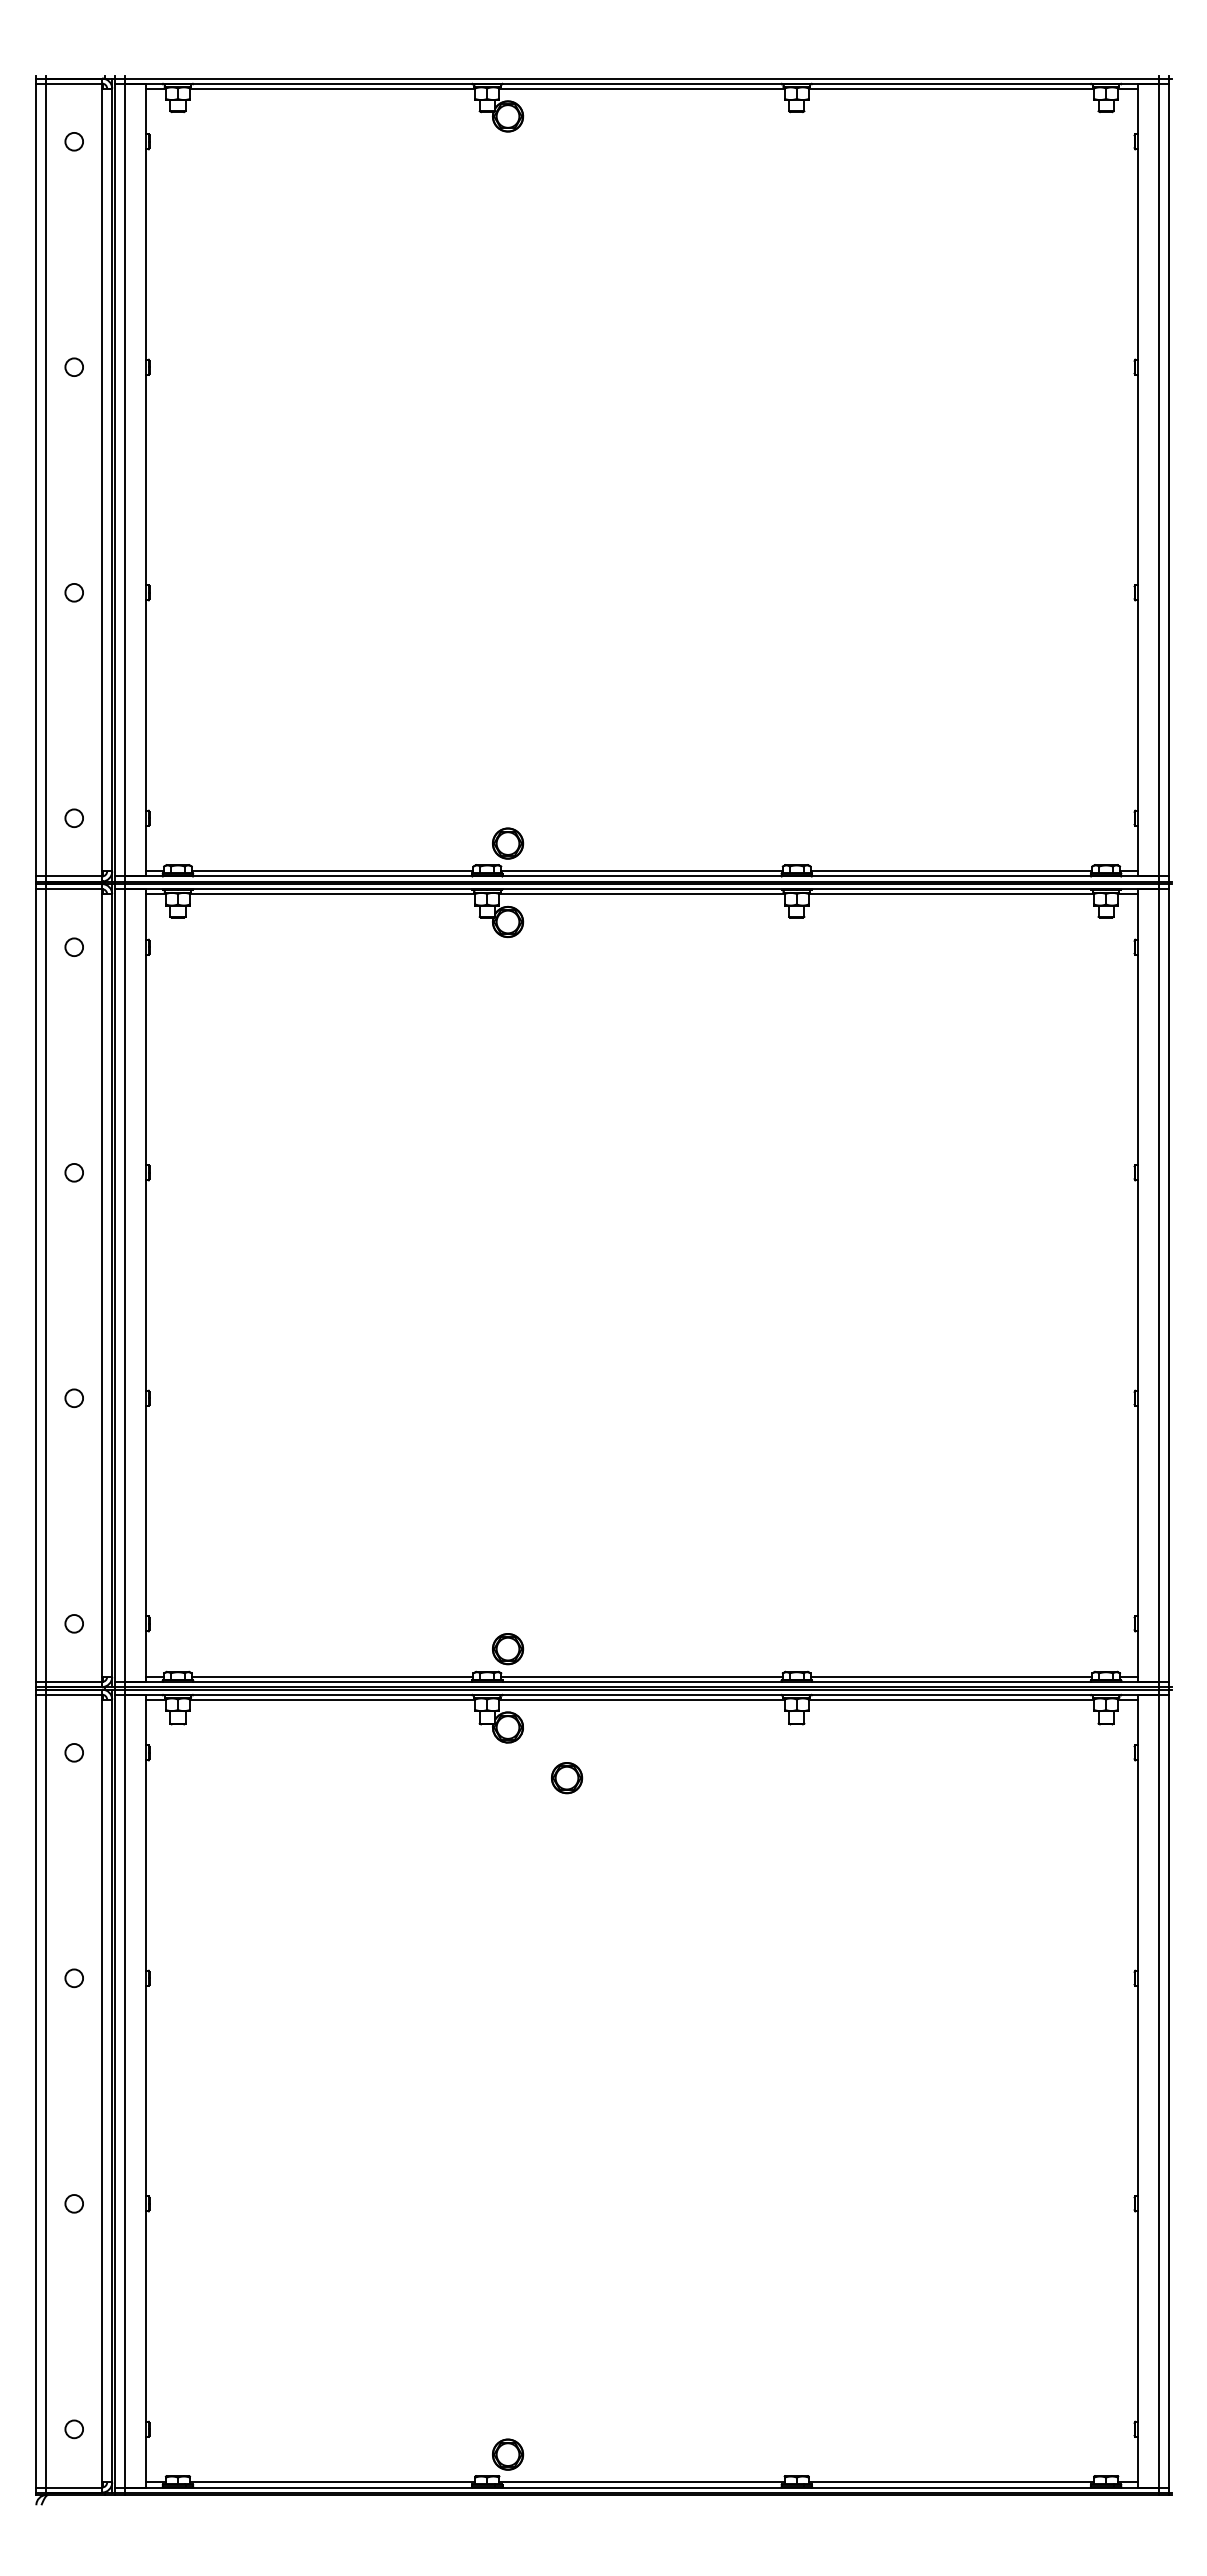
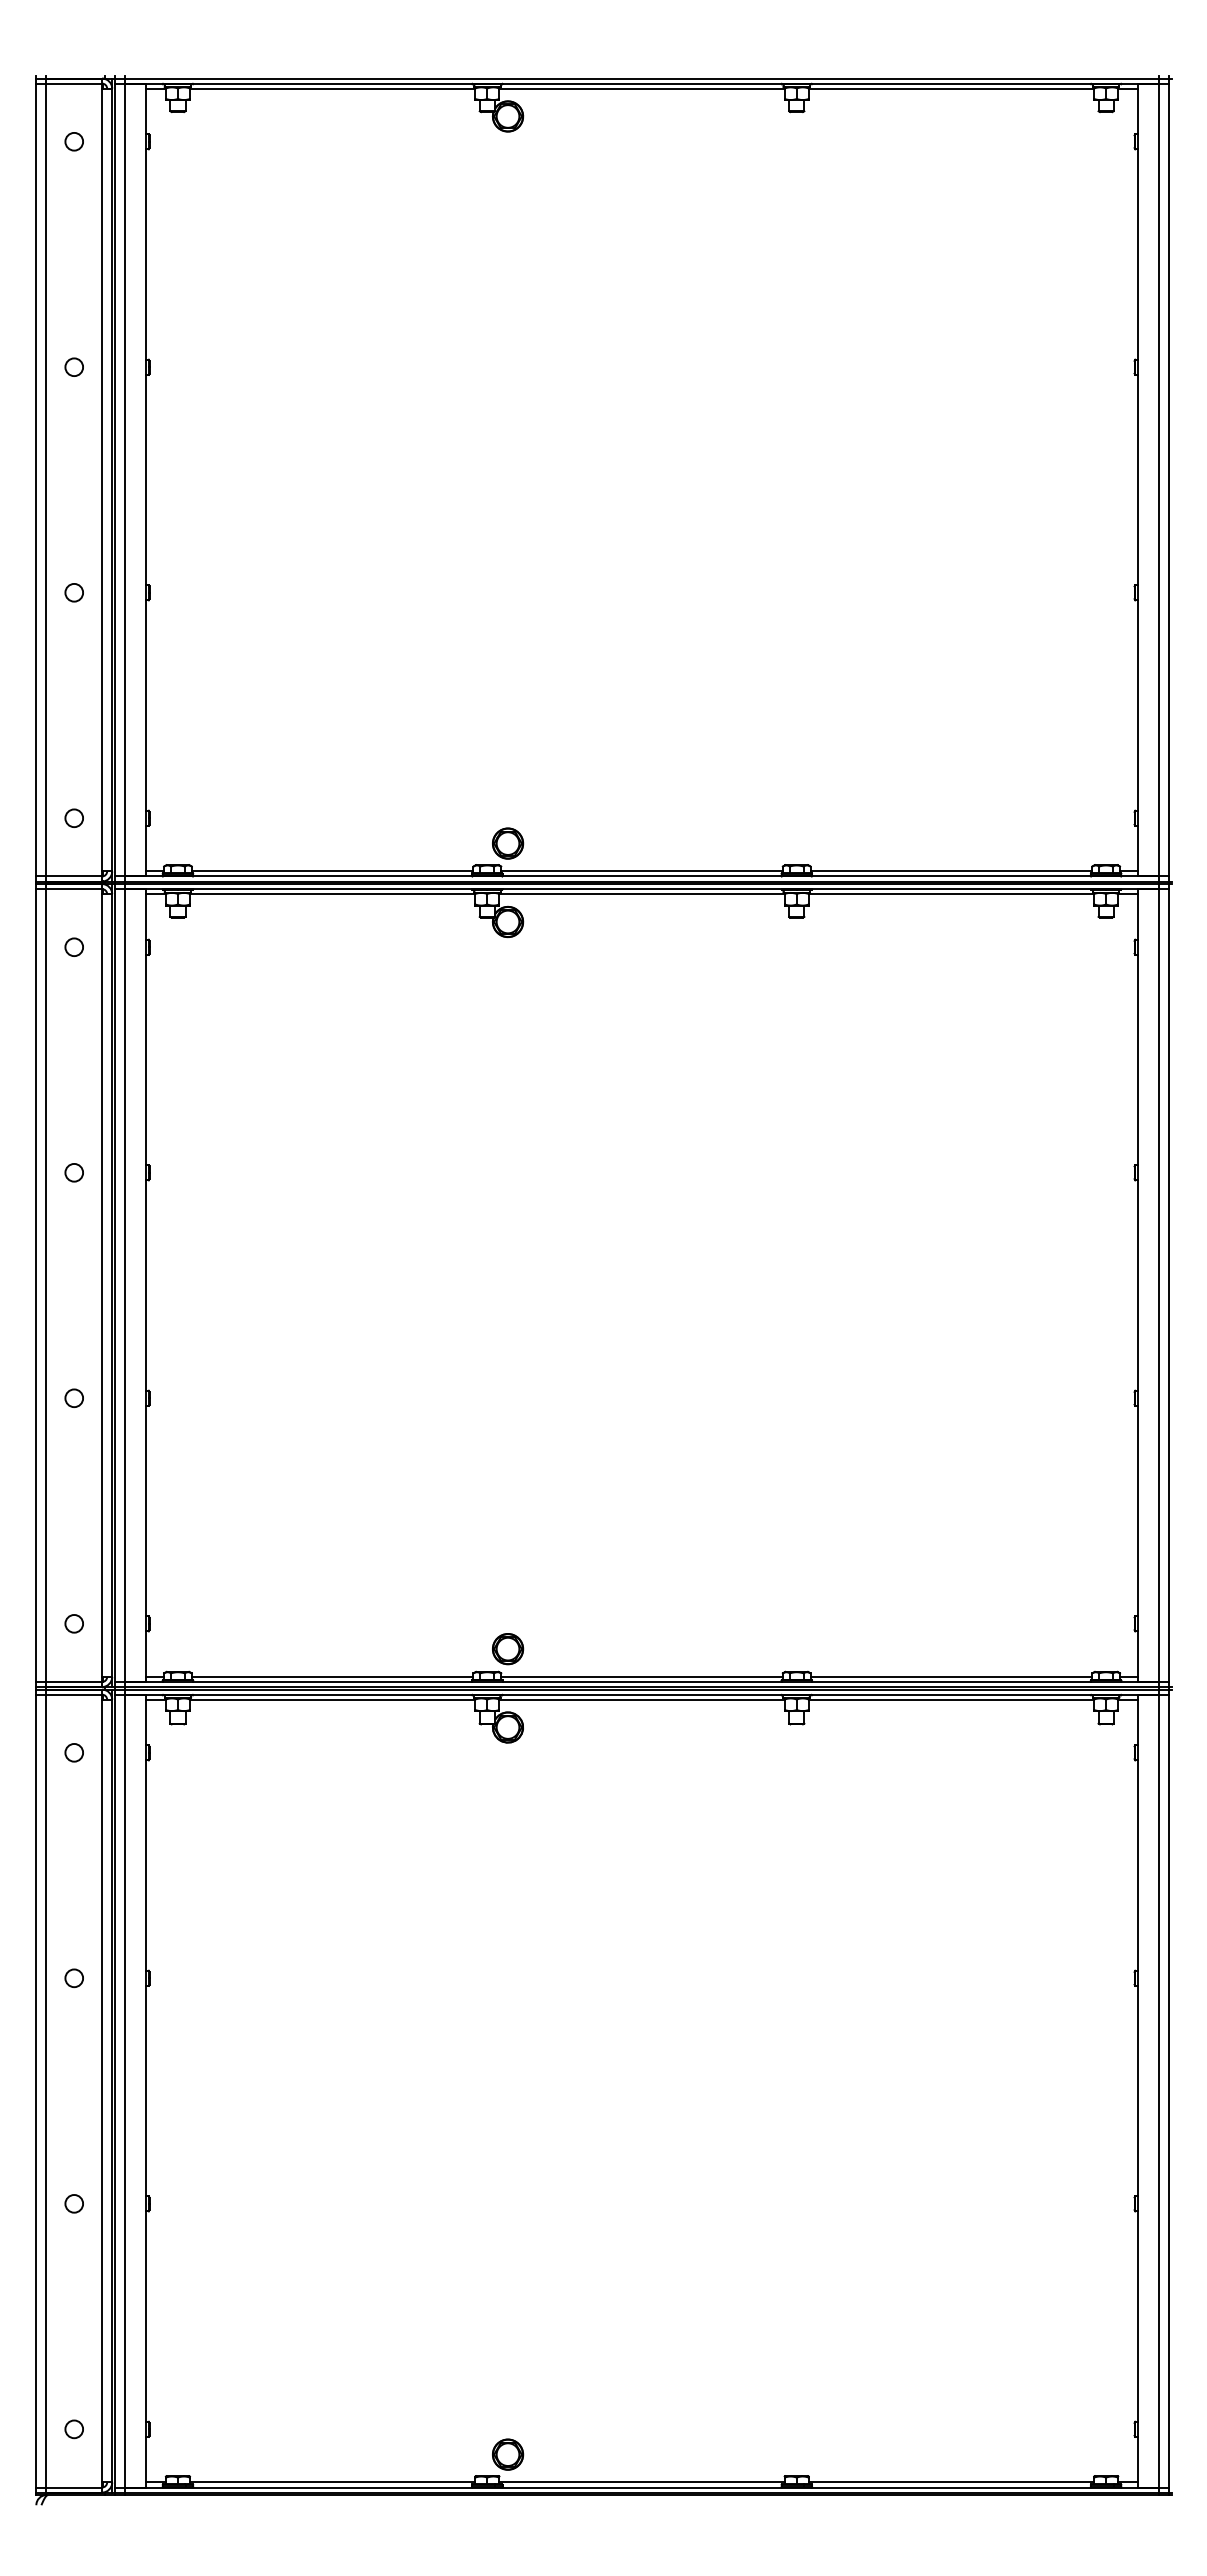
part at (567, 1778): present -> none
